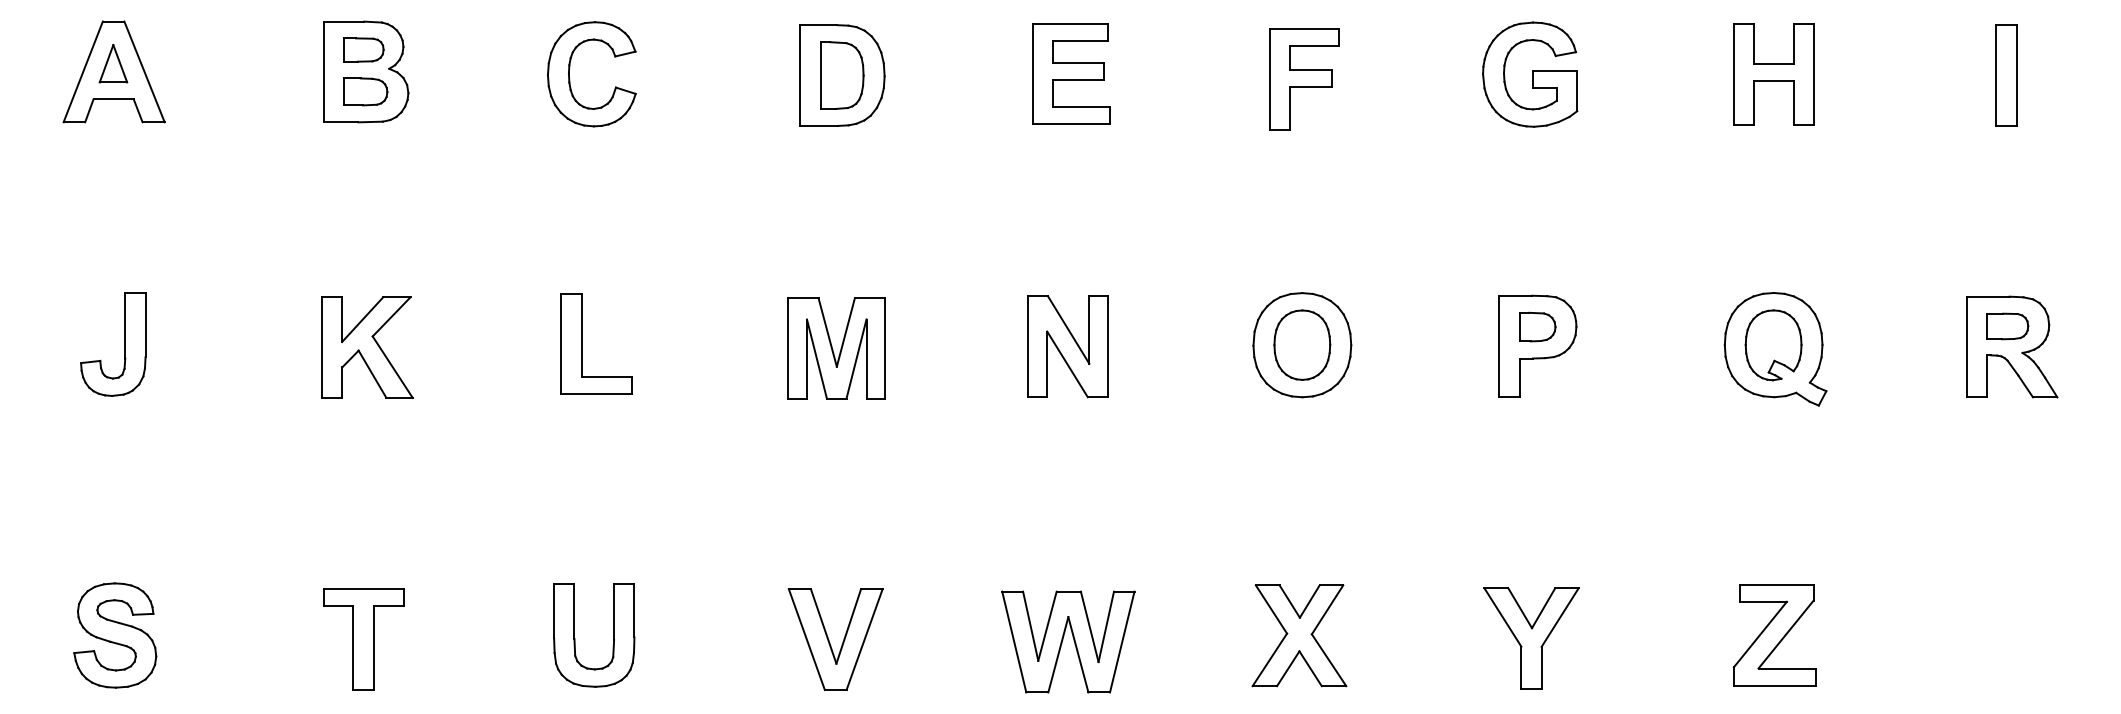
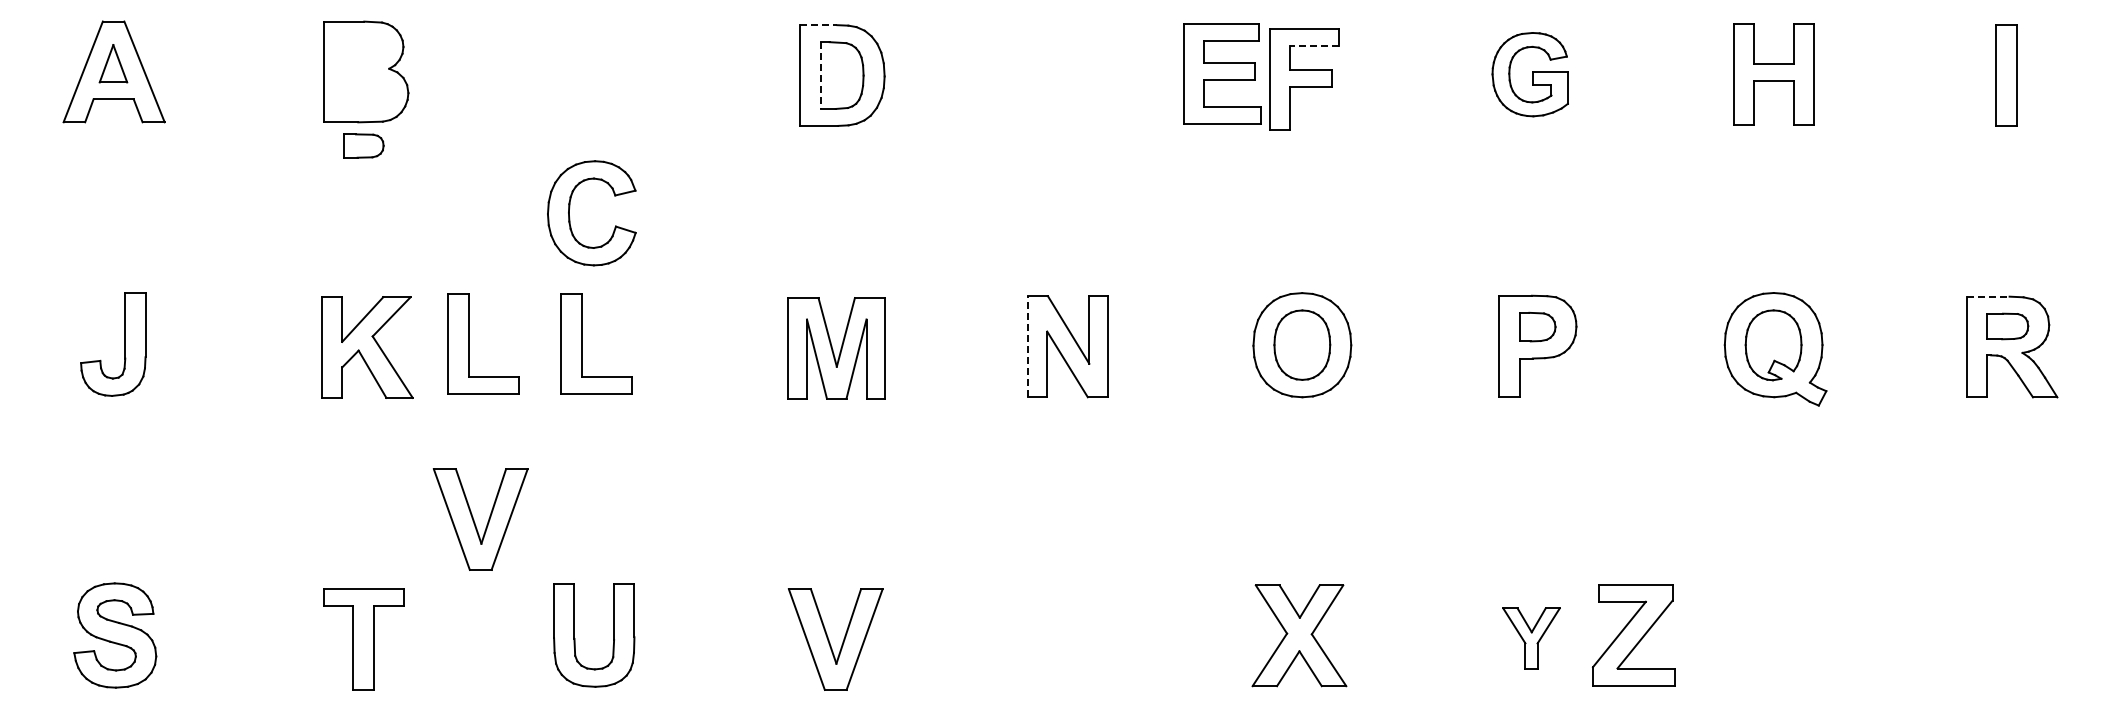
line at (818, 25): solid -> dashed
line at (1314, 45): solid -> dashed
part at (363, 49) position: (363, 49) -> (363, 145)
part at (1071, 73) position: (1071, 73) -> (1222, 73)
part at (1530, 74) size: 97x107 px -> 78x86 px
line at (820, 76): solid -> dashed
part at (570, 79) position: (570, 79) -> (570, 218)
part at (365, 91): present -> none
line at (1988, 296): solid -> dashed
part at (469, 343): none -> present
line at (1028, 346): solid -> dashed
part at (480, 519): none -> present
part at (1774, 635) position: (1774, 635) -> (1633, 635)
part at (1531, 638) size: 97x103 px -> 59x63 px
part at (1068, 641): present -> none
